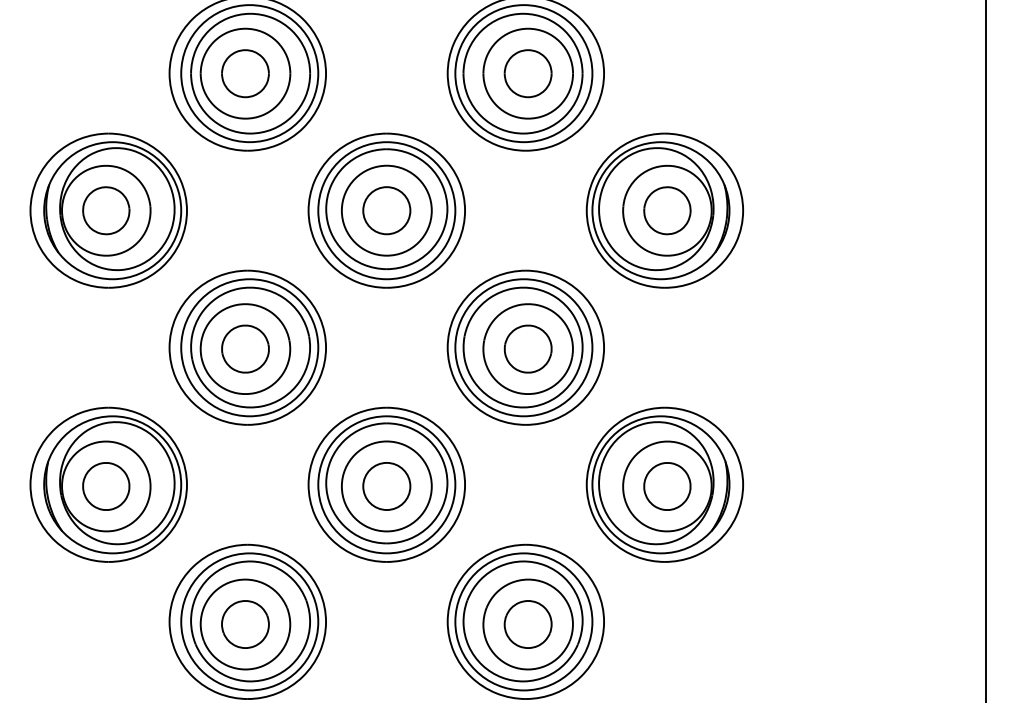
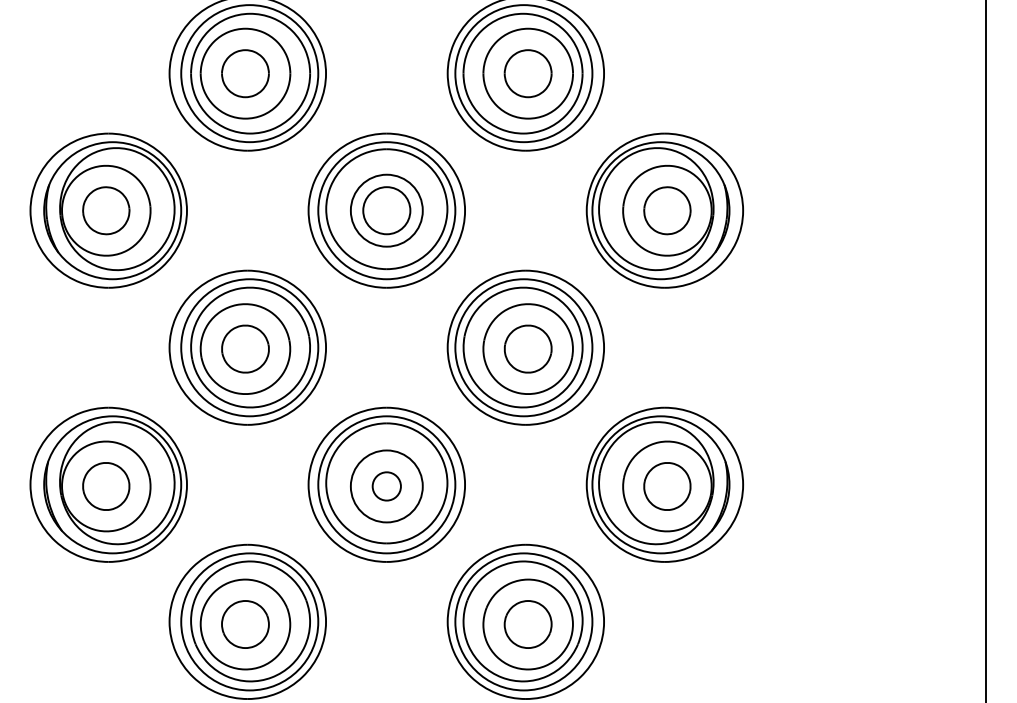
circle at (386, 210) diameter: 90 px -> 72 px
circle at (386, 486) diameter: 47 px -> 28 px
circle at (386, 486) diameter: 90 px -> 72 px
